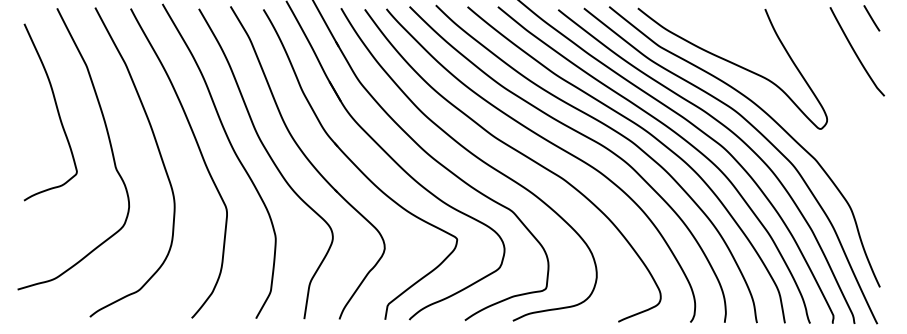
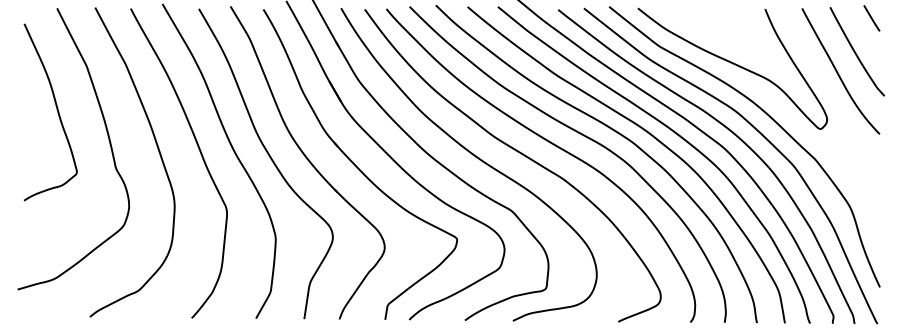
curve at (838, 72): none -> present
